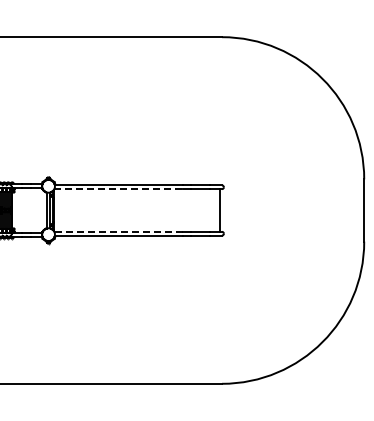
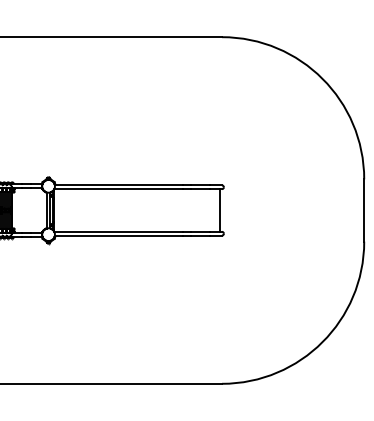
line at (119, 189): dashed -> solid
line at (118, 231): dashed -> solid
